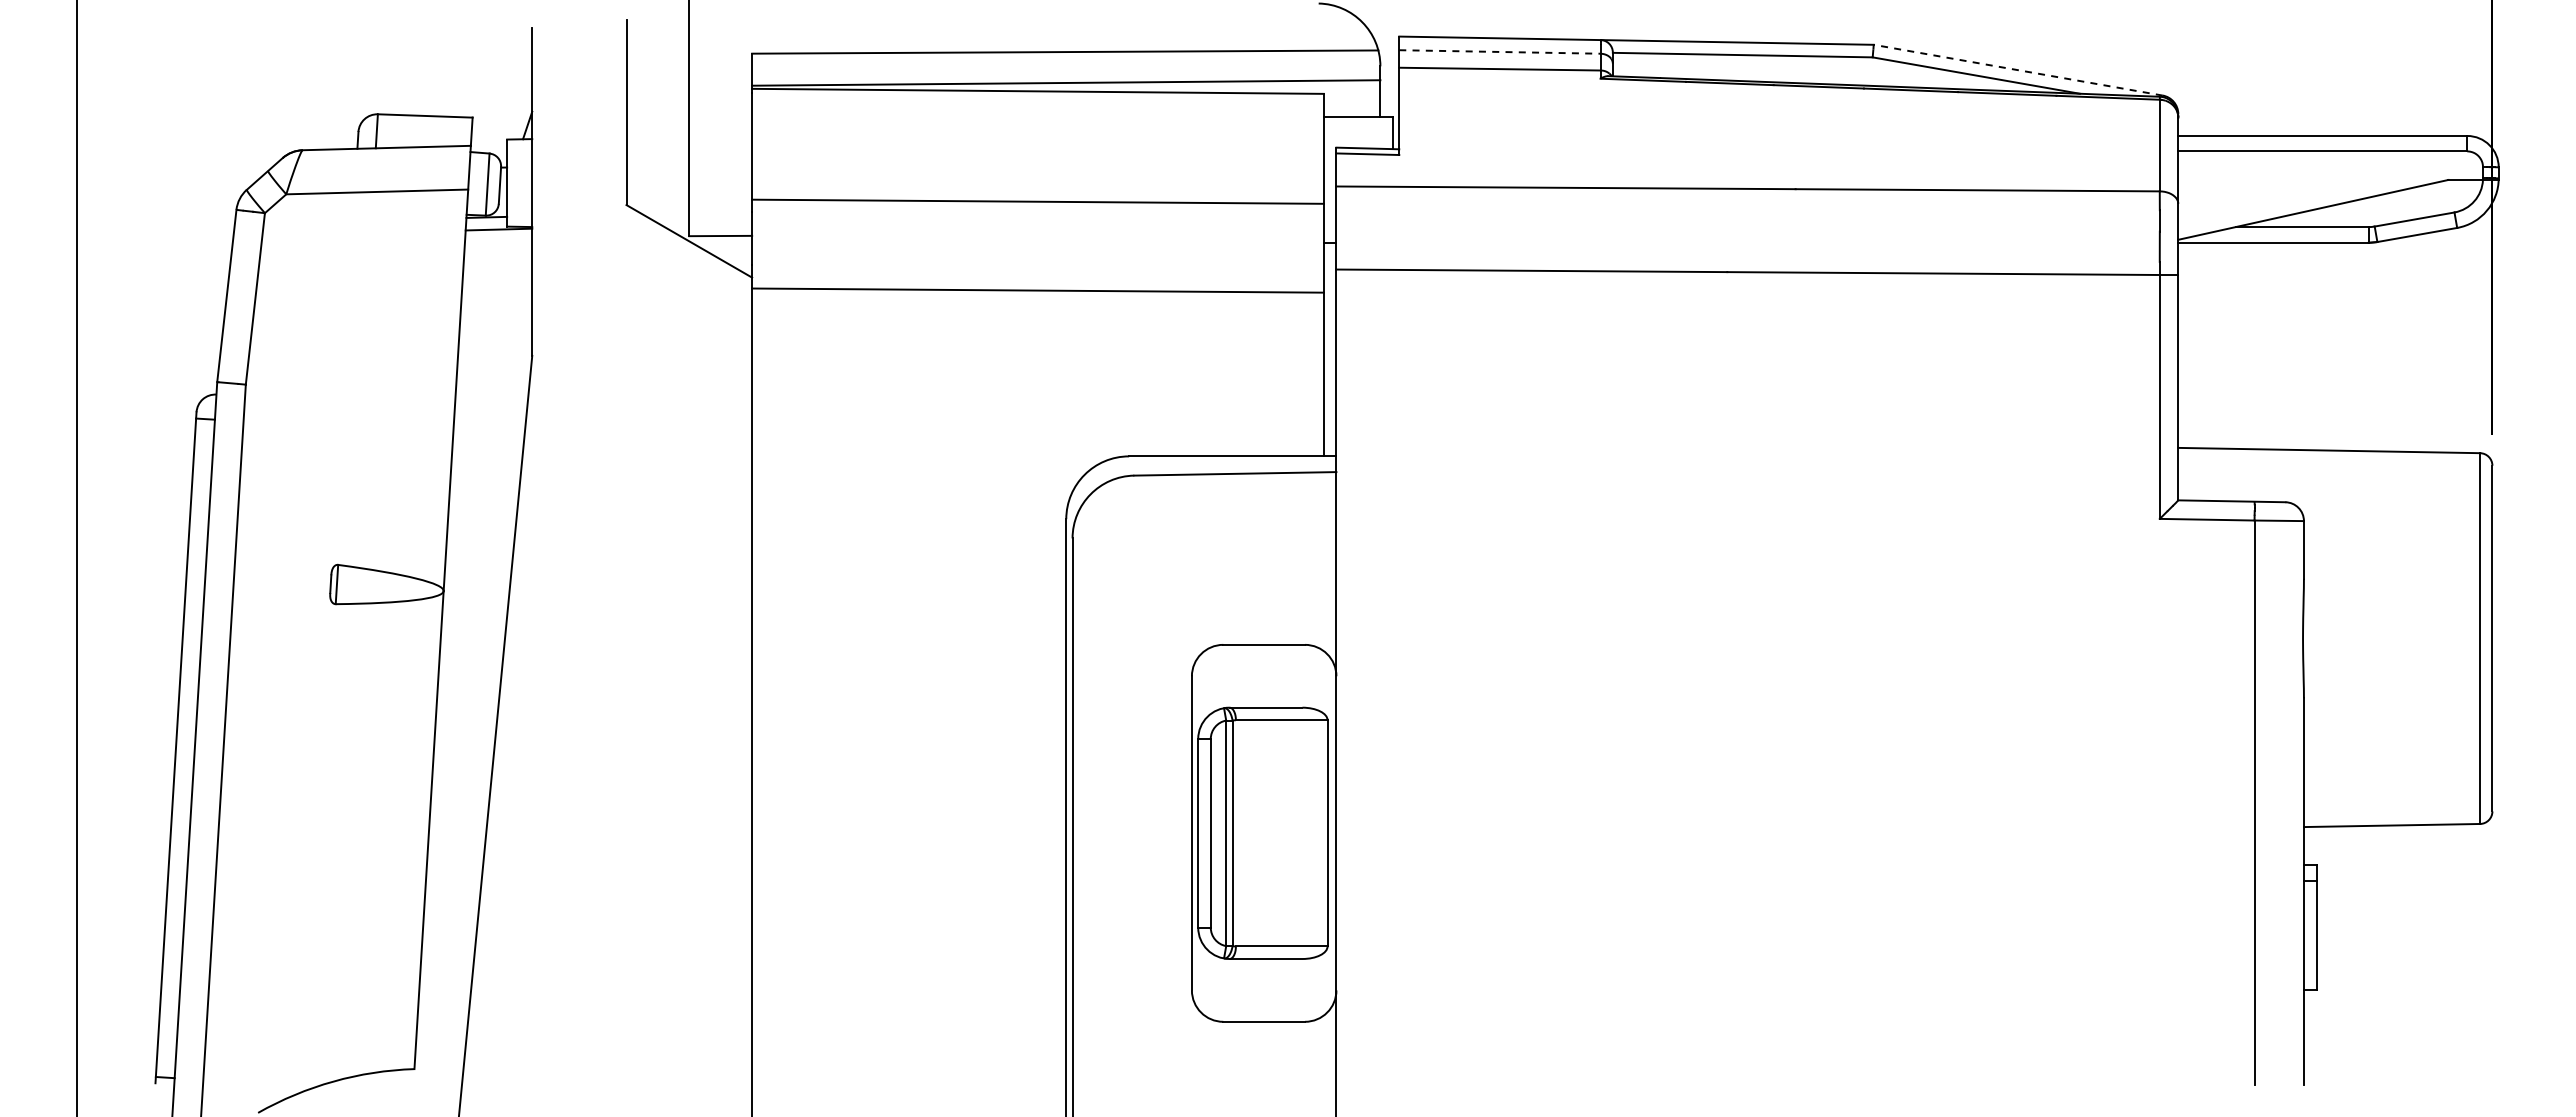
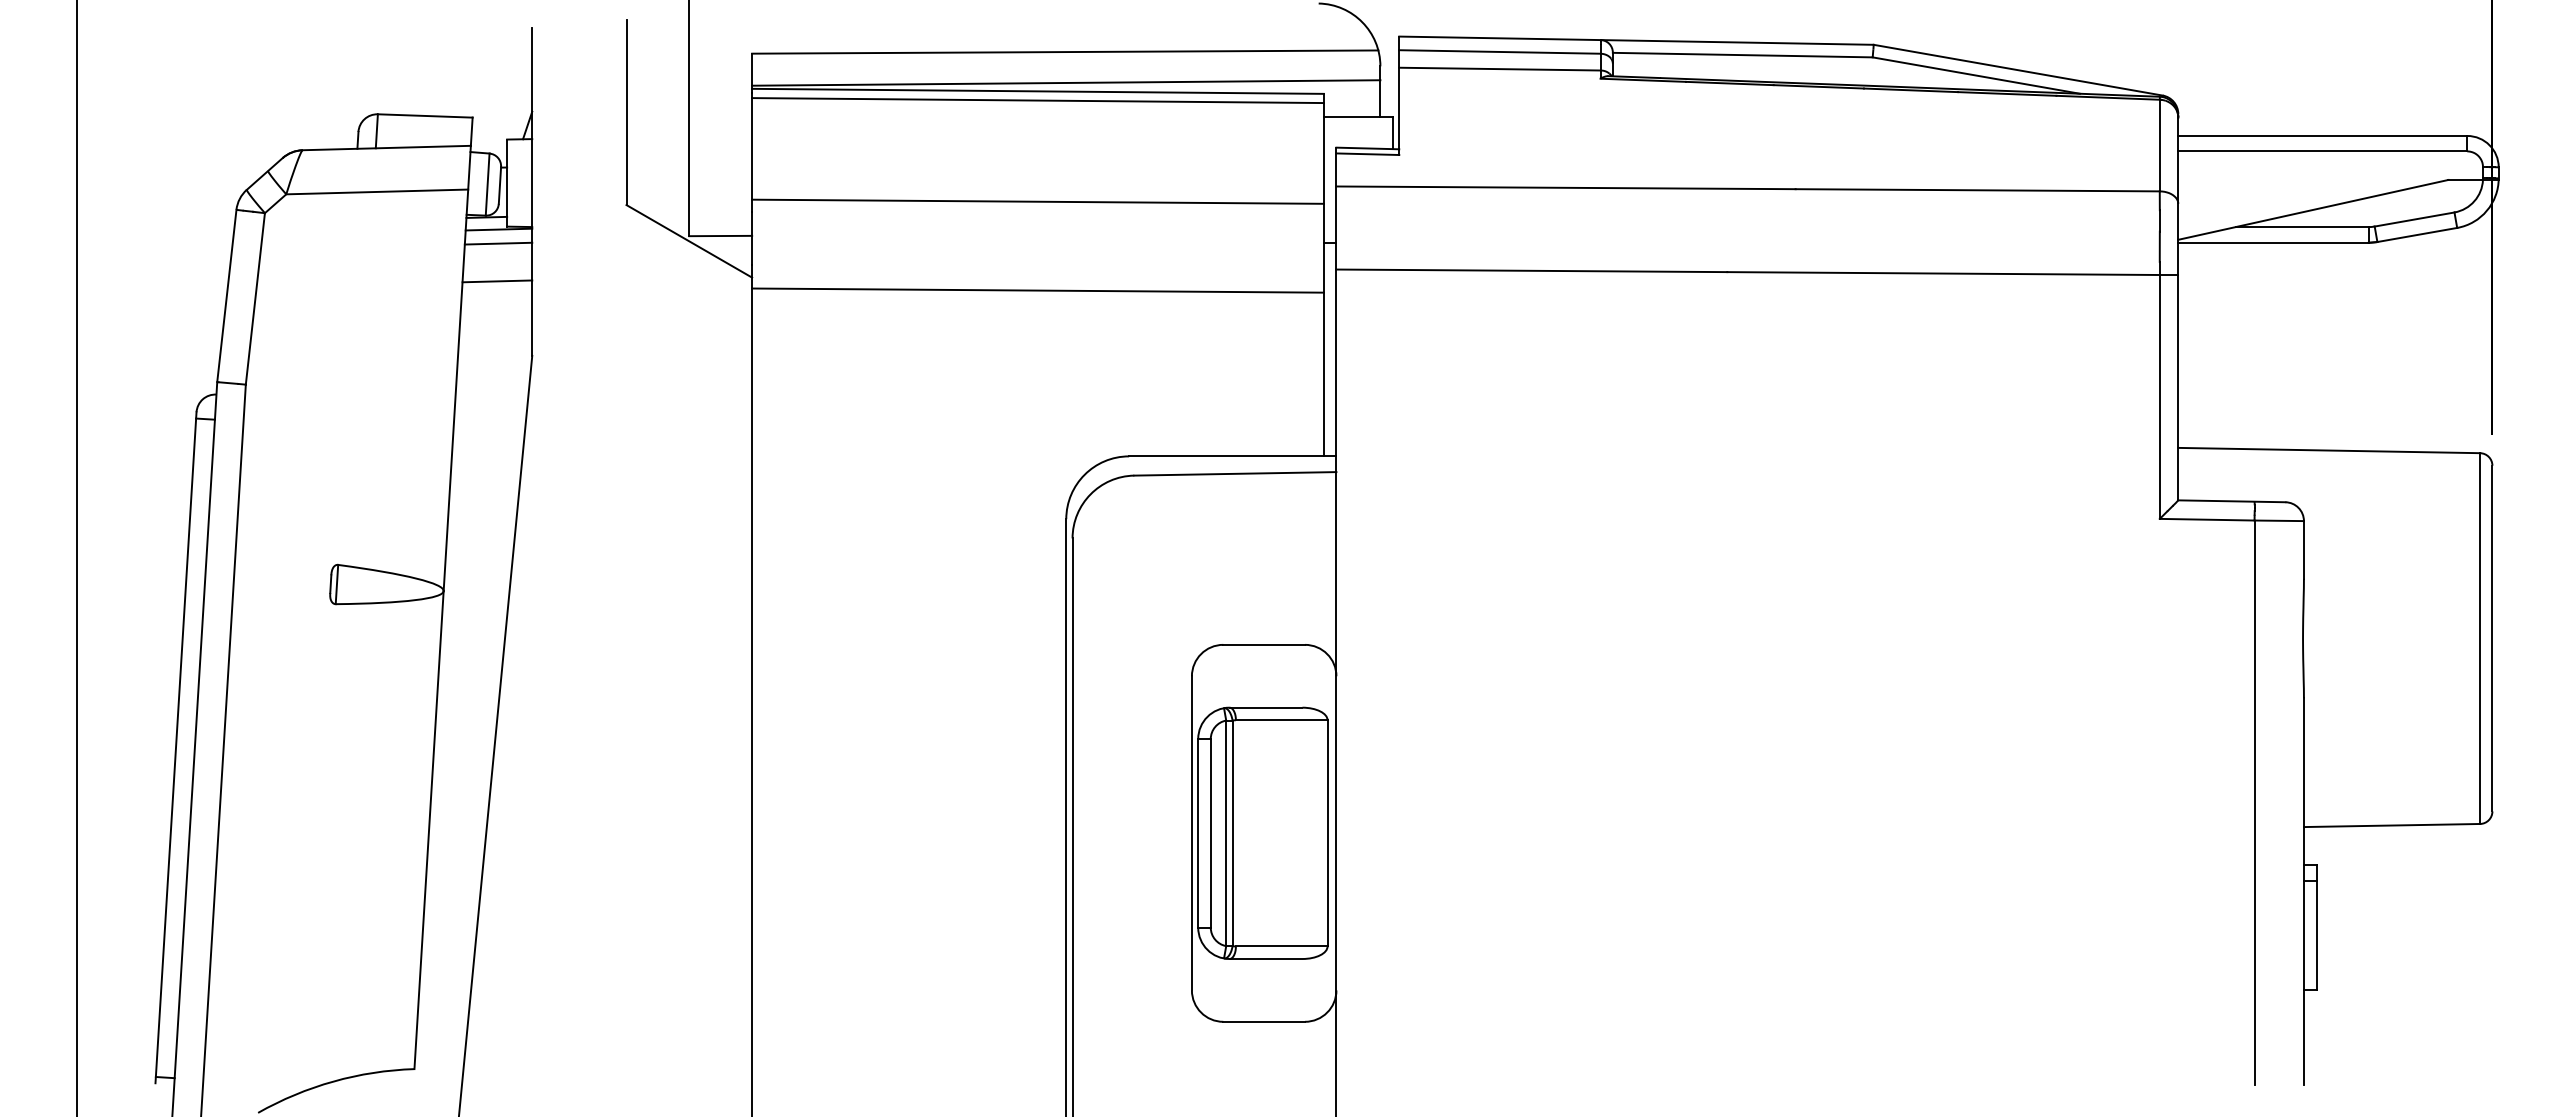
line at (1499, 51): dashed -> solid
line at (2018, 70): dashed -> solid
line at (1037, 100): none -> present
line at (498, 243): none -> present
line at (497, 281): none -> present
